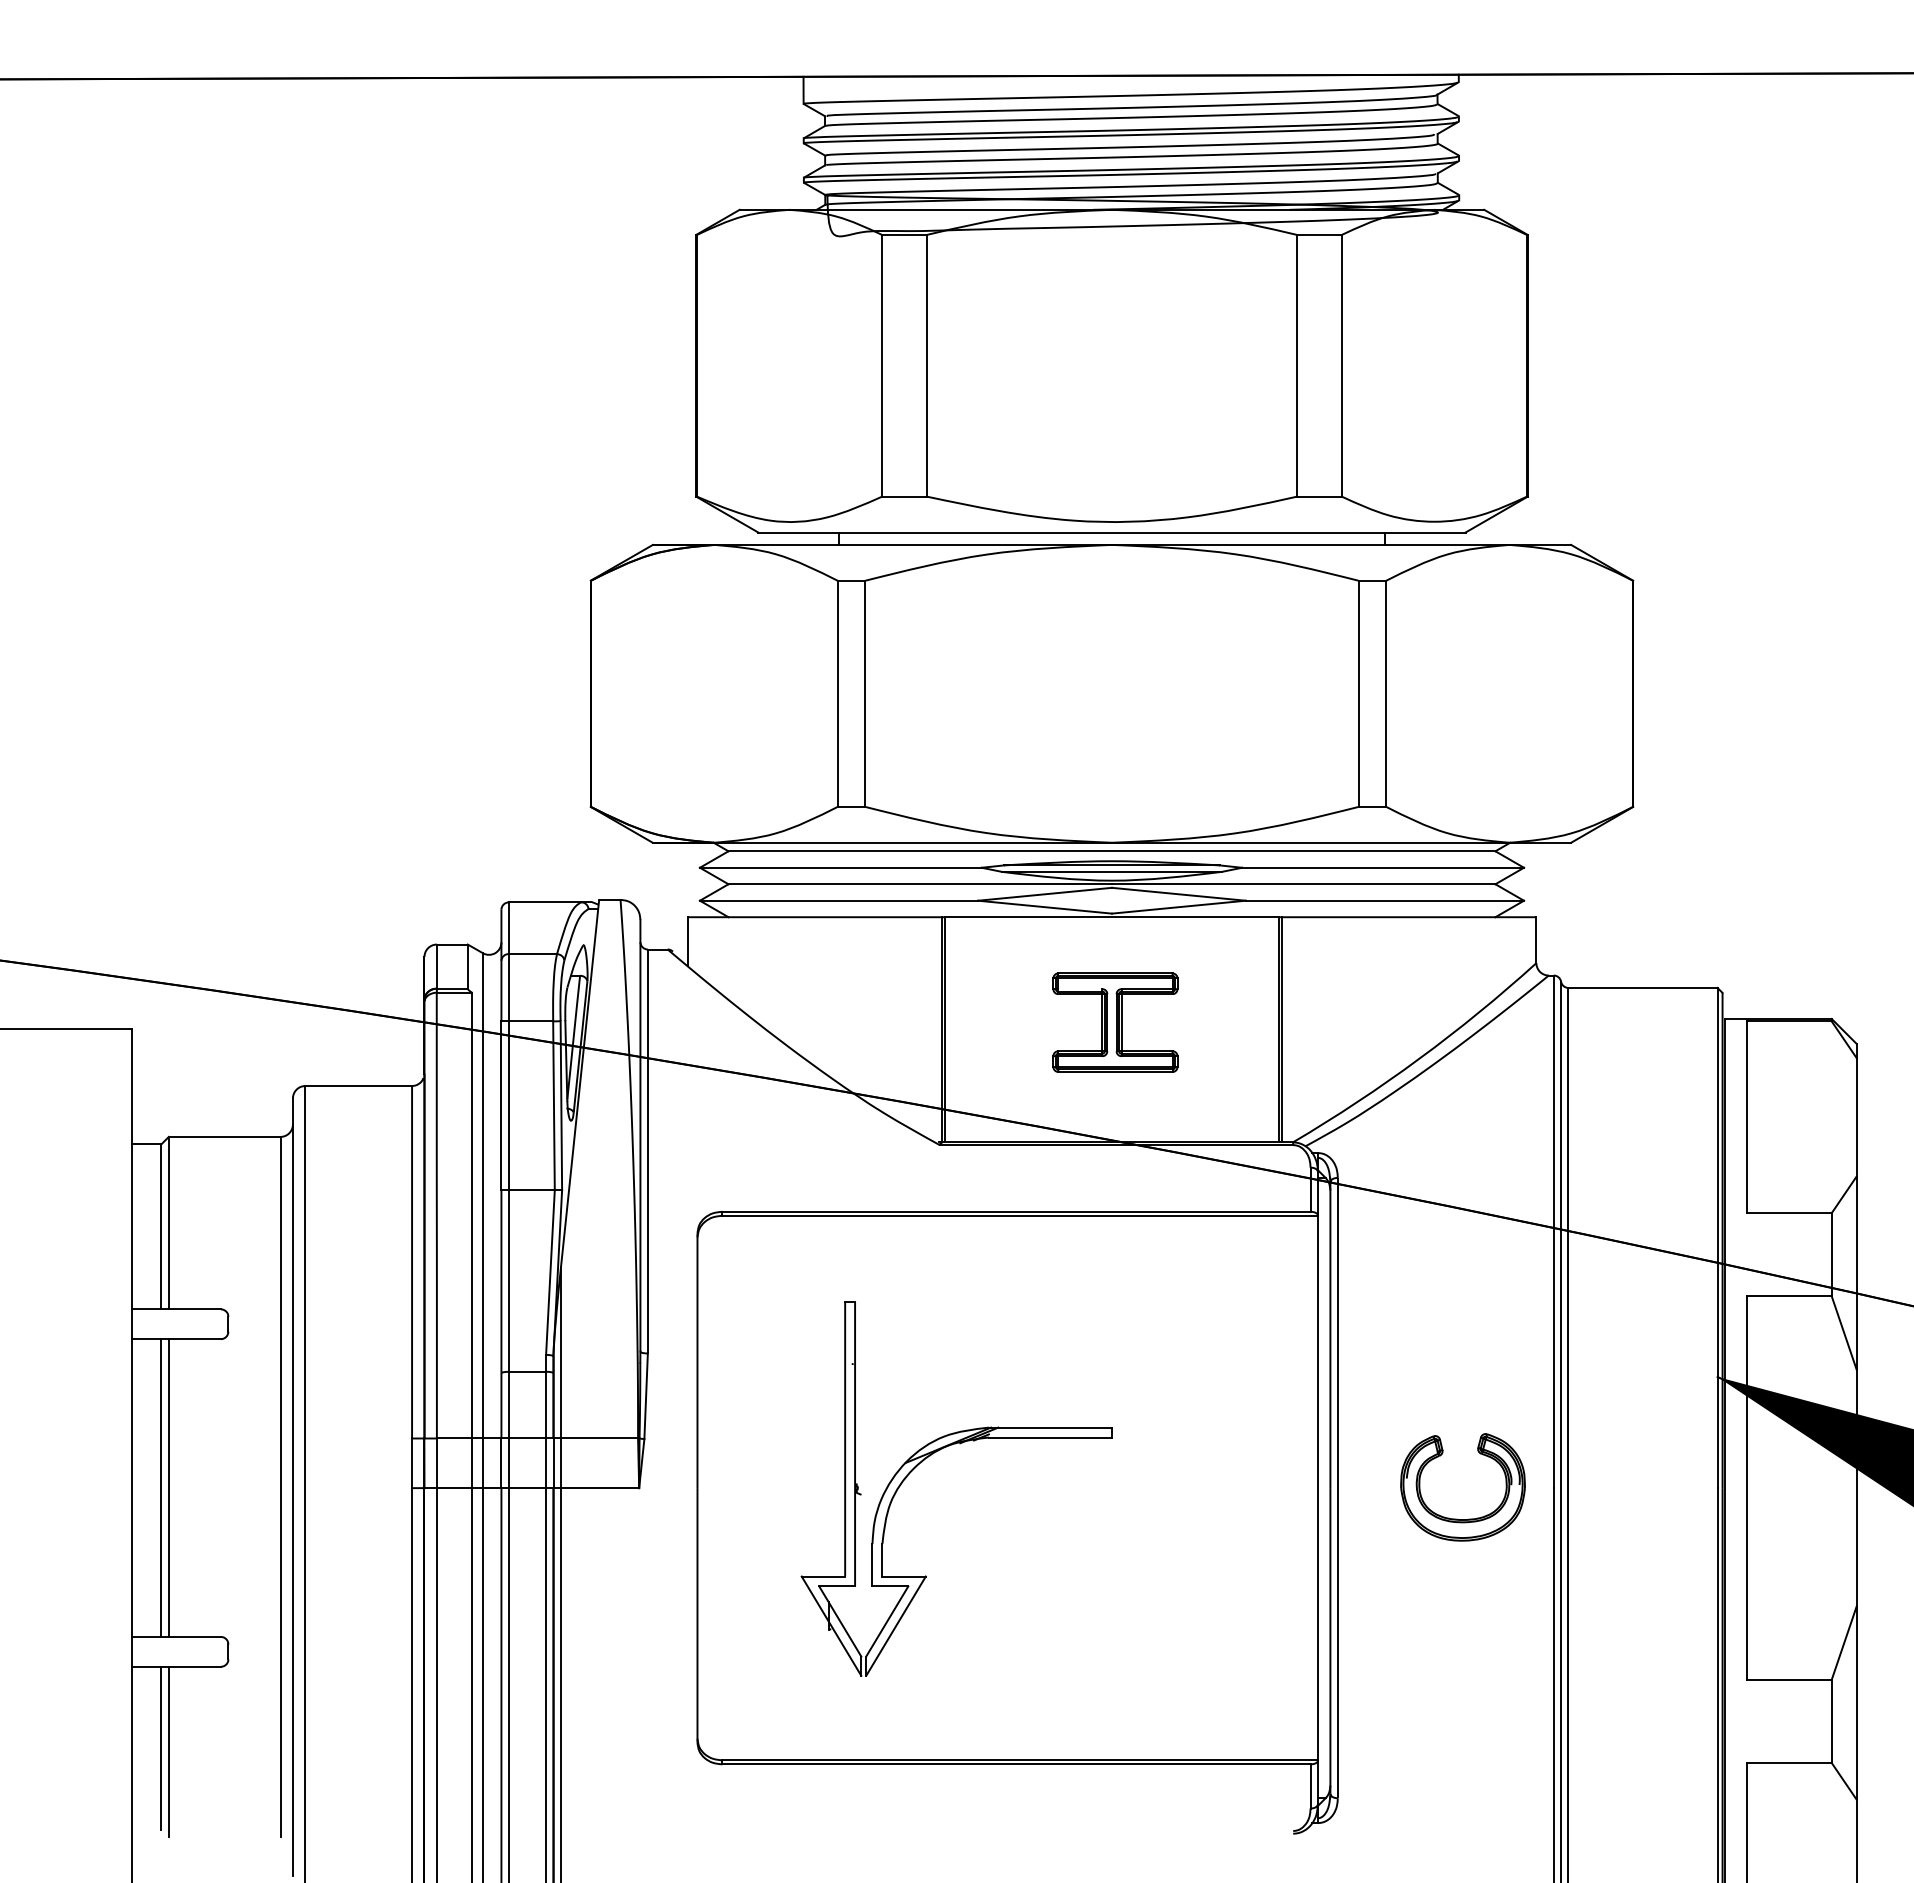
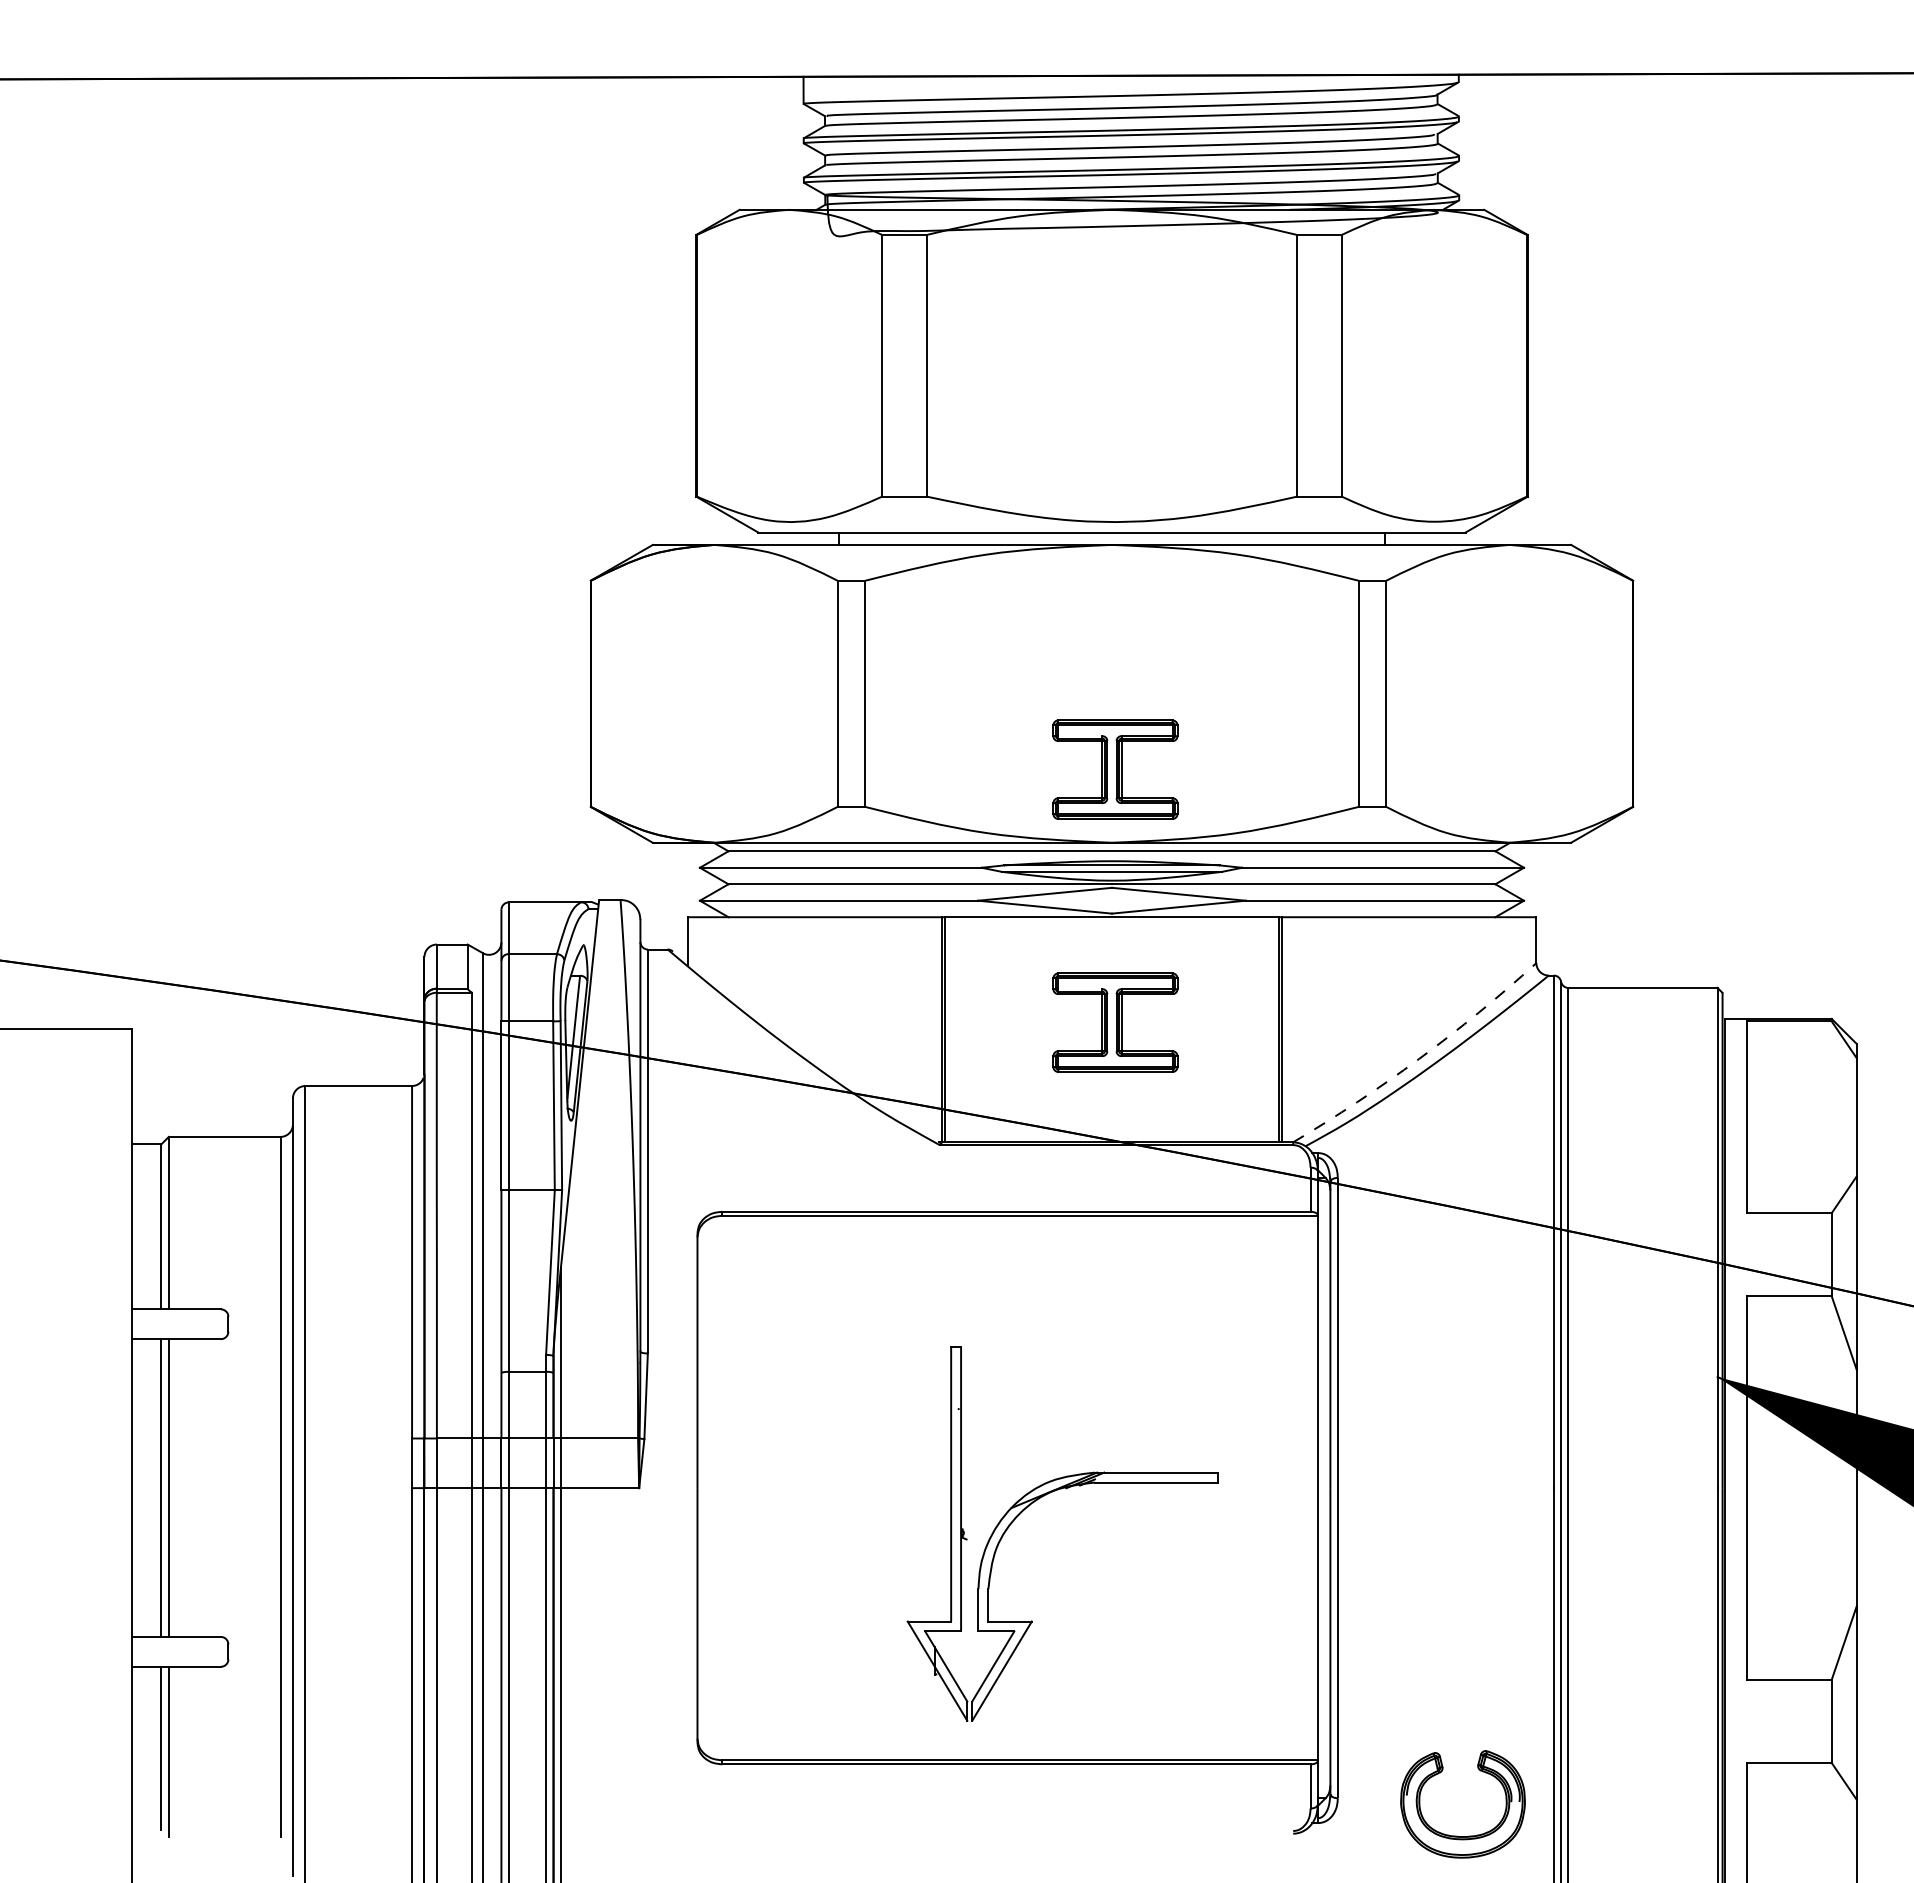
part at (1115, 769): none -> present
arc at (1419, 1058): solid -> dashed
part at (933, 1454) position: (933, 1454) -> (1039, 1499)
part at (1457, 1518) position: (1457, 1518) -> (1457, 1835)
